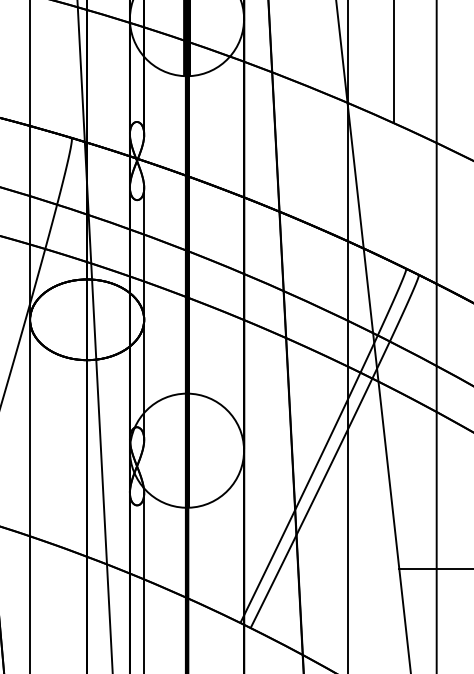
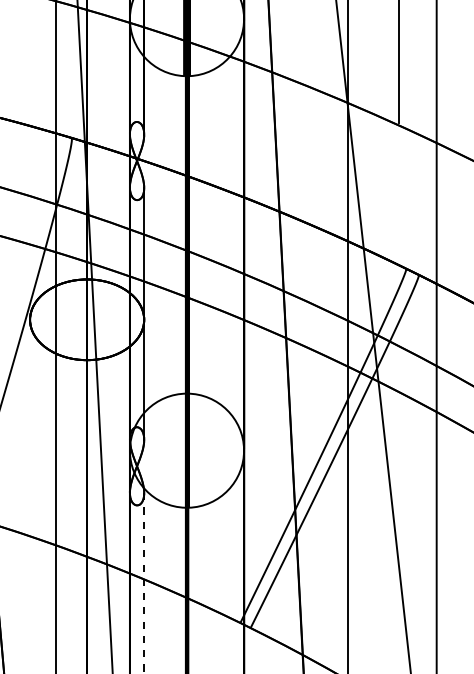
line at (393, 62) position: (393, 62) -> (398, 62)
line at (30, 336) position: (30, 336) -> (56, 336)
line at (434, 569): present -> none
line at (144, 583): solid -> dashed
